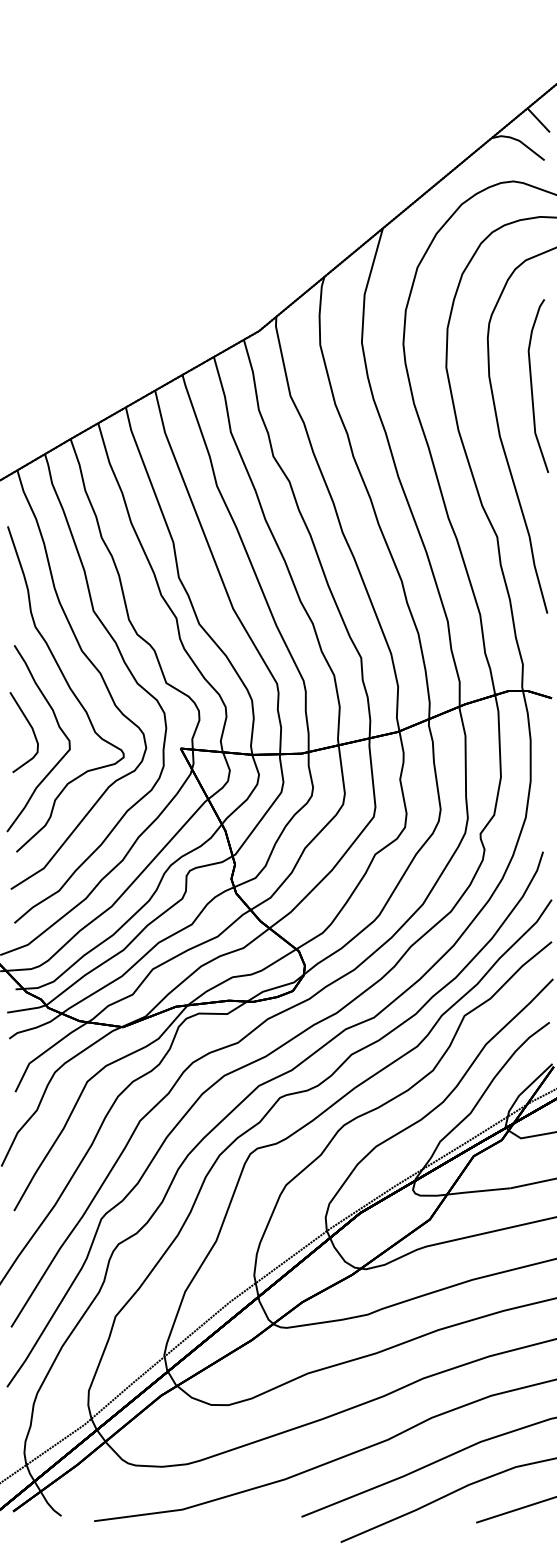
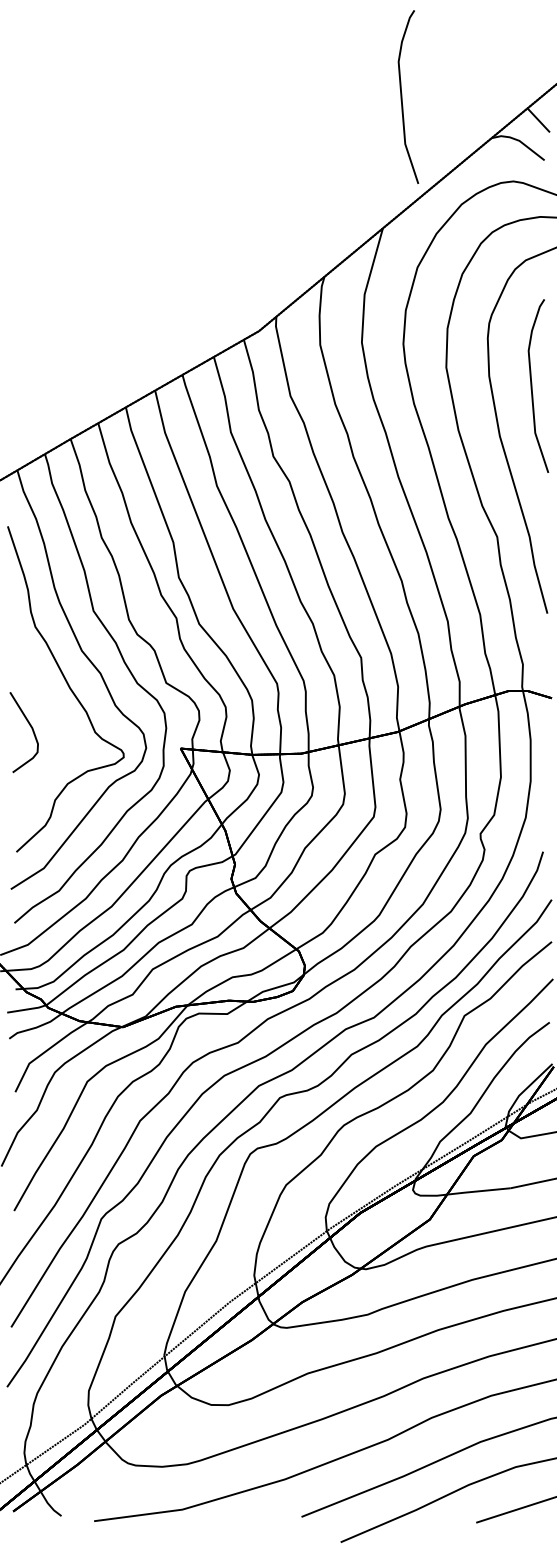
curve at (402, 96): none -> present
curve at (58, 727): present -> none
